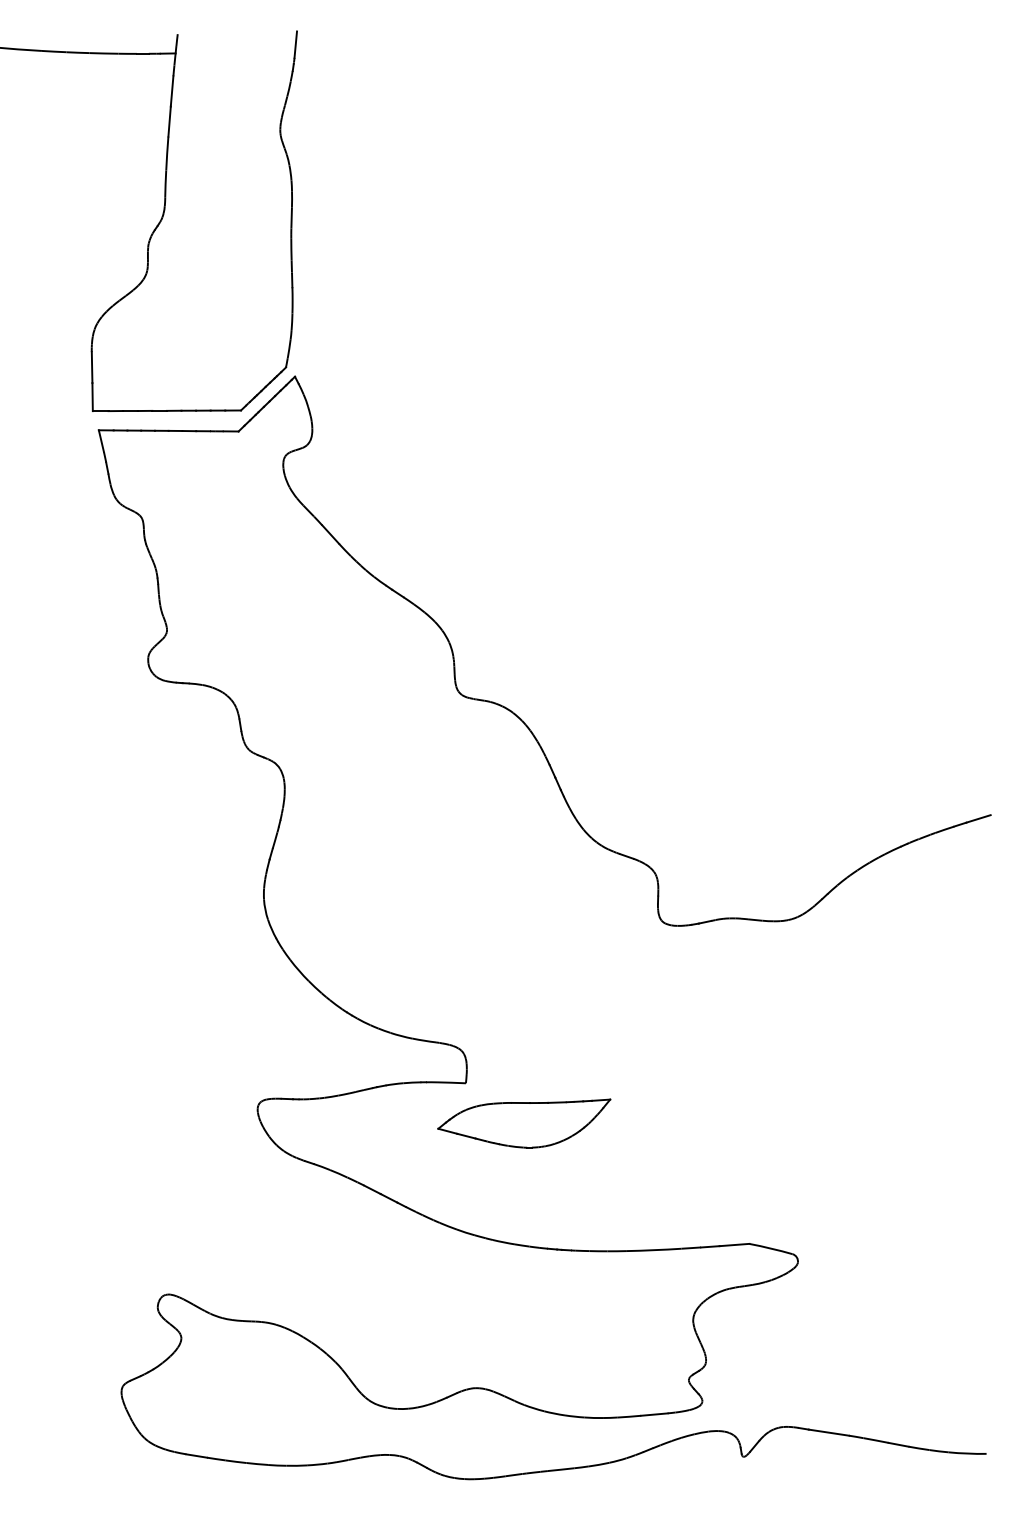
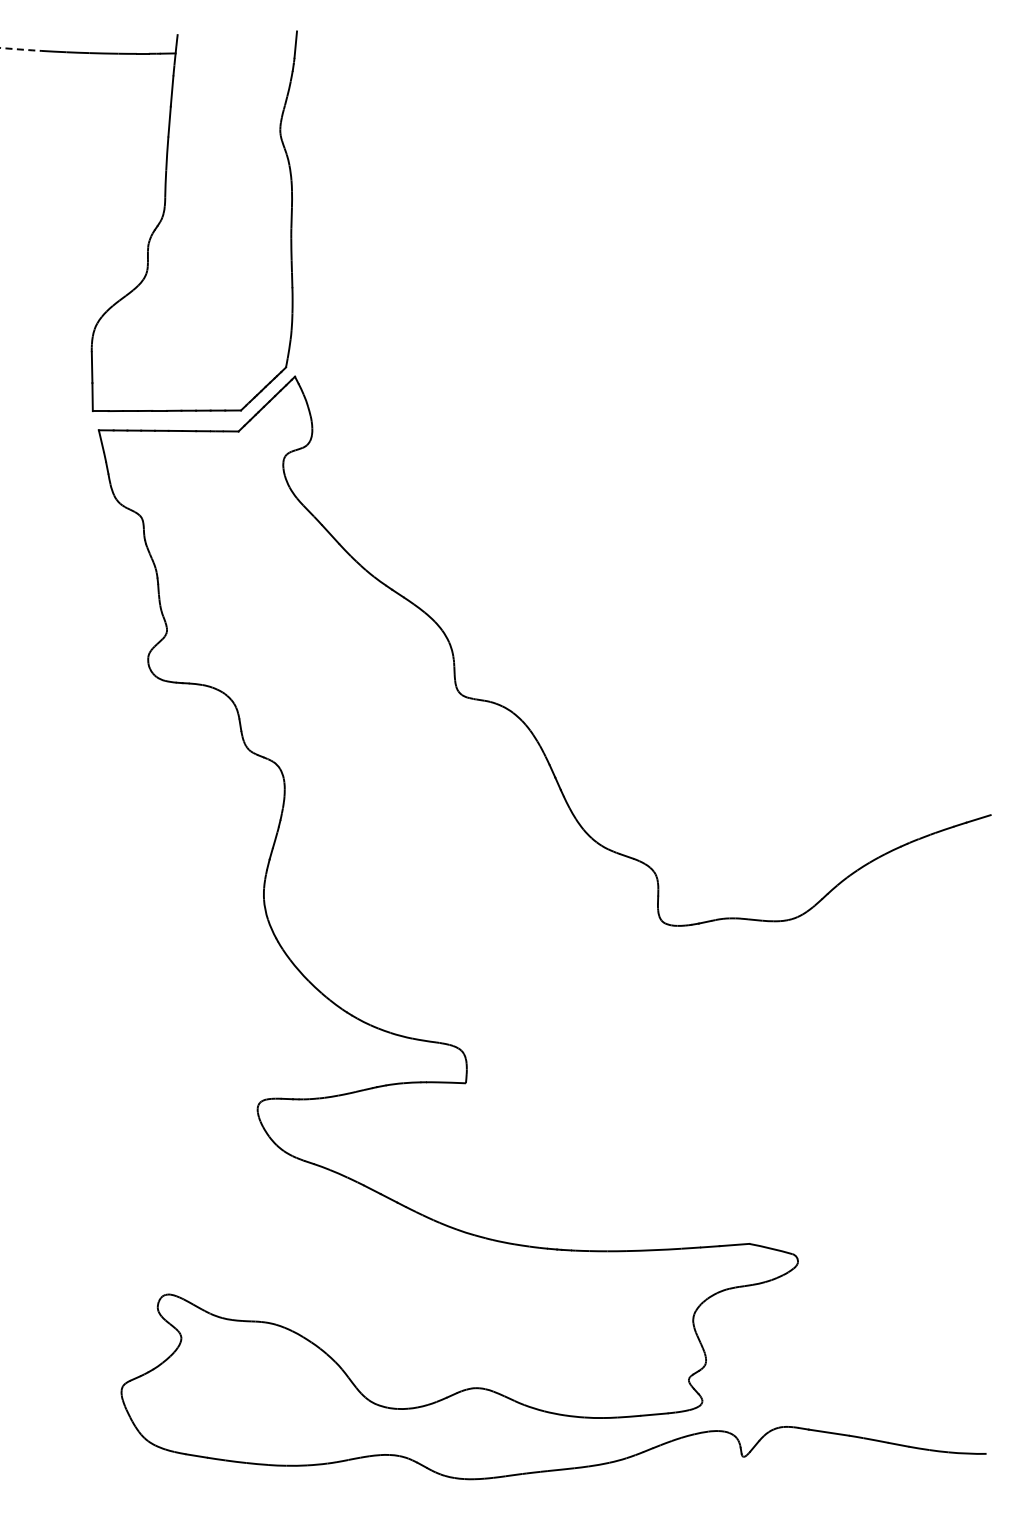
arc at (20, 49): solid -> dashed
part at (524, 1123): present -> none
